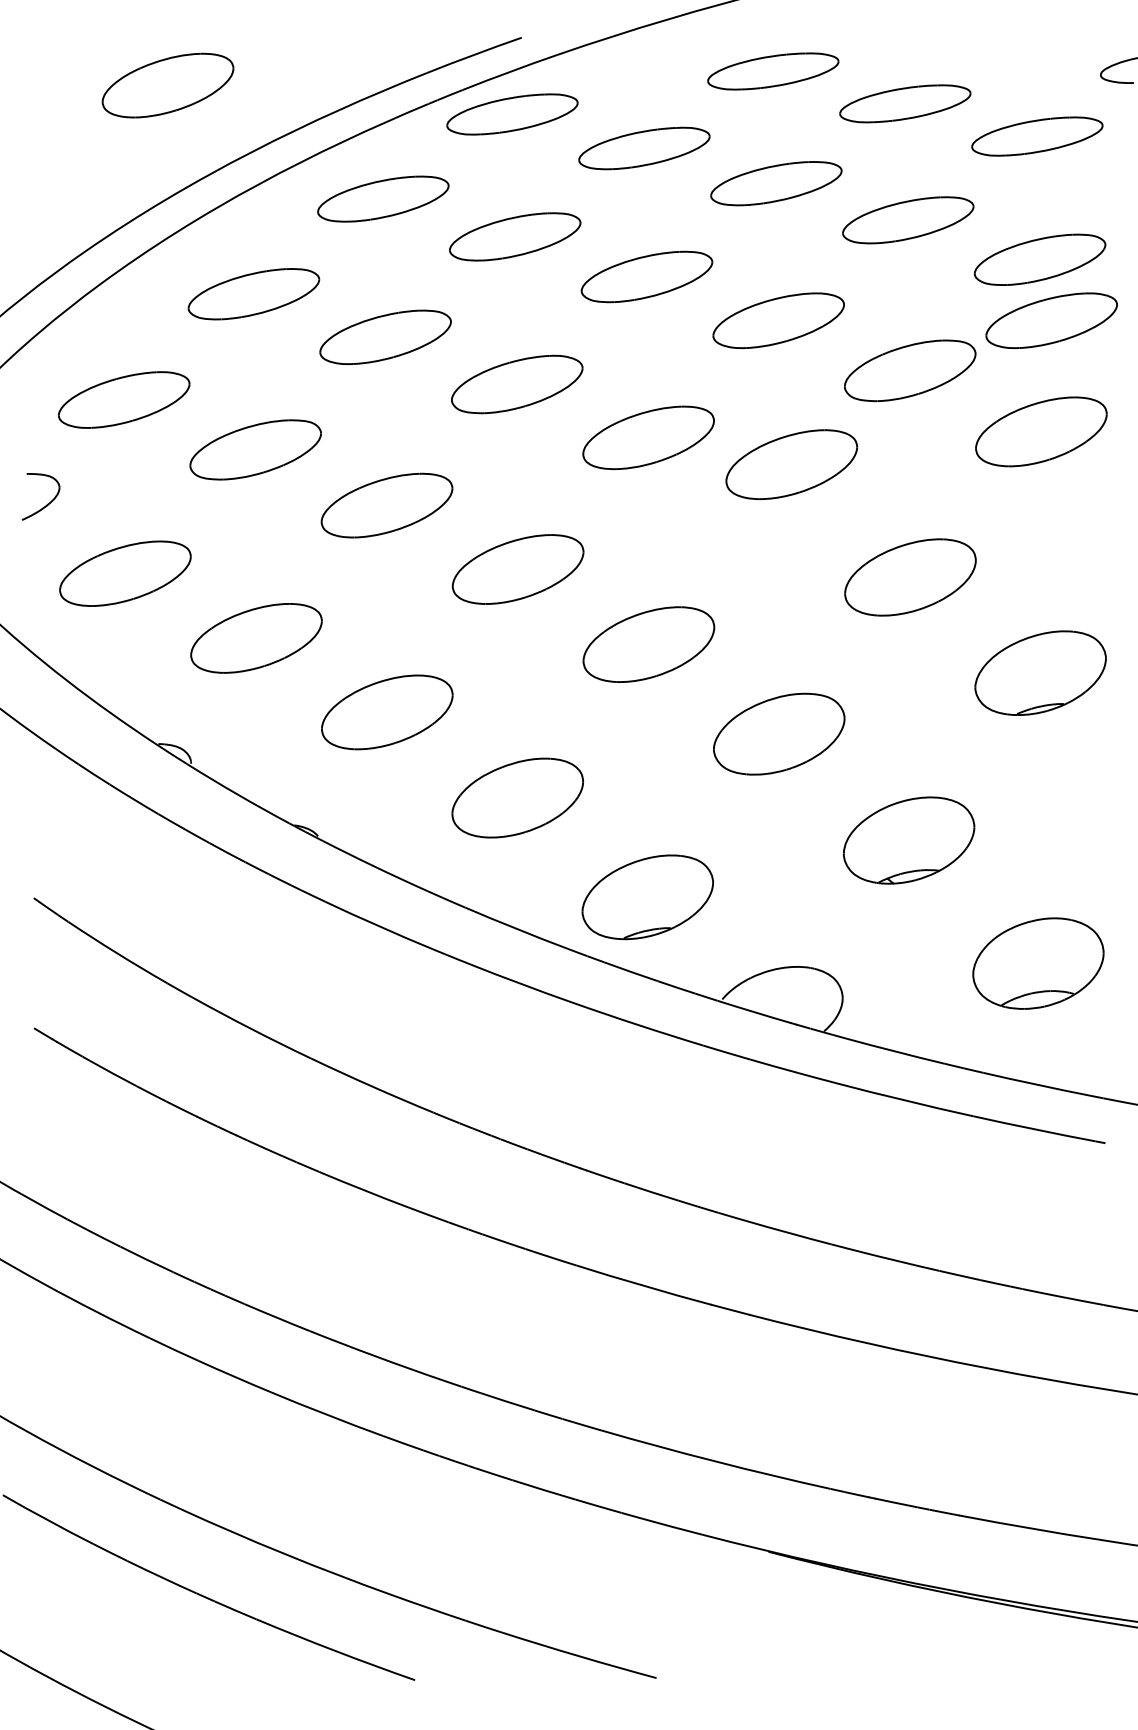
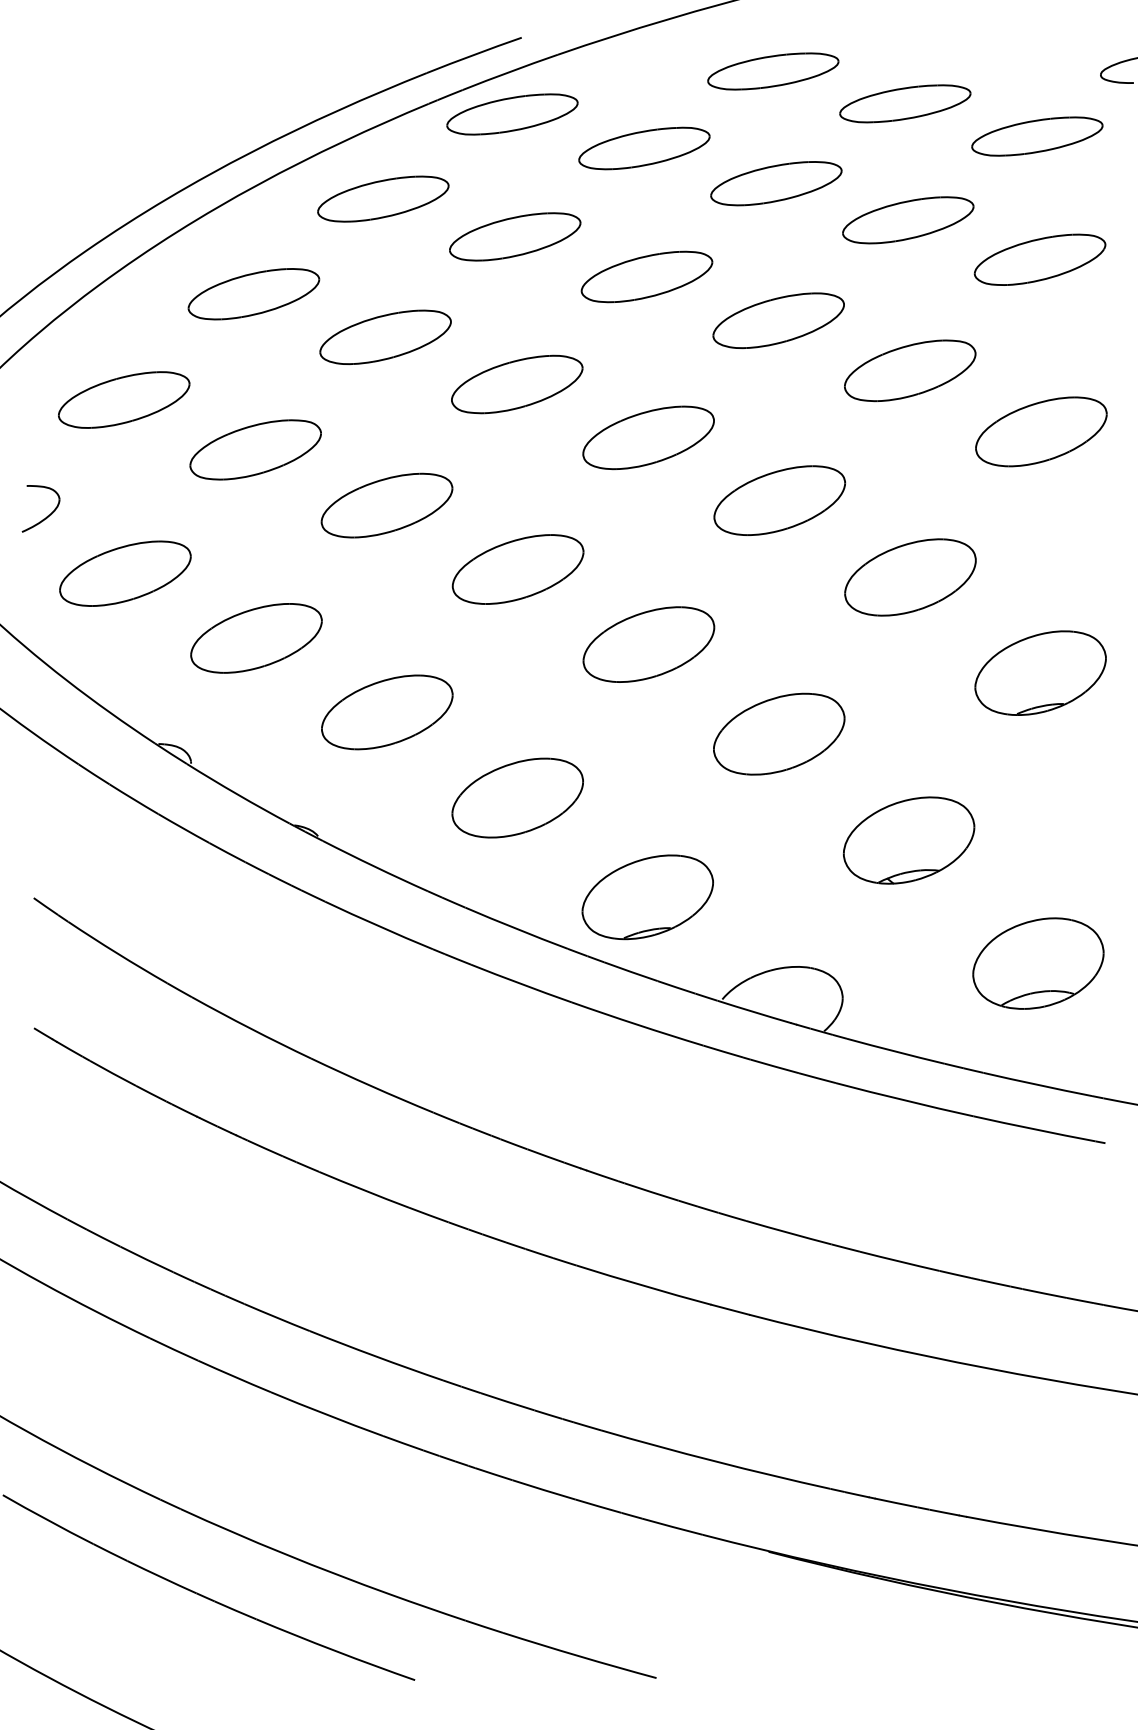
part at (167, 85): present -> none
part at (1051, 320): present -> none
part at (791, 464) position: (791, 464) -> (779, 500)
part at (47, 503) position: (47, 503) -> (47, 515)
